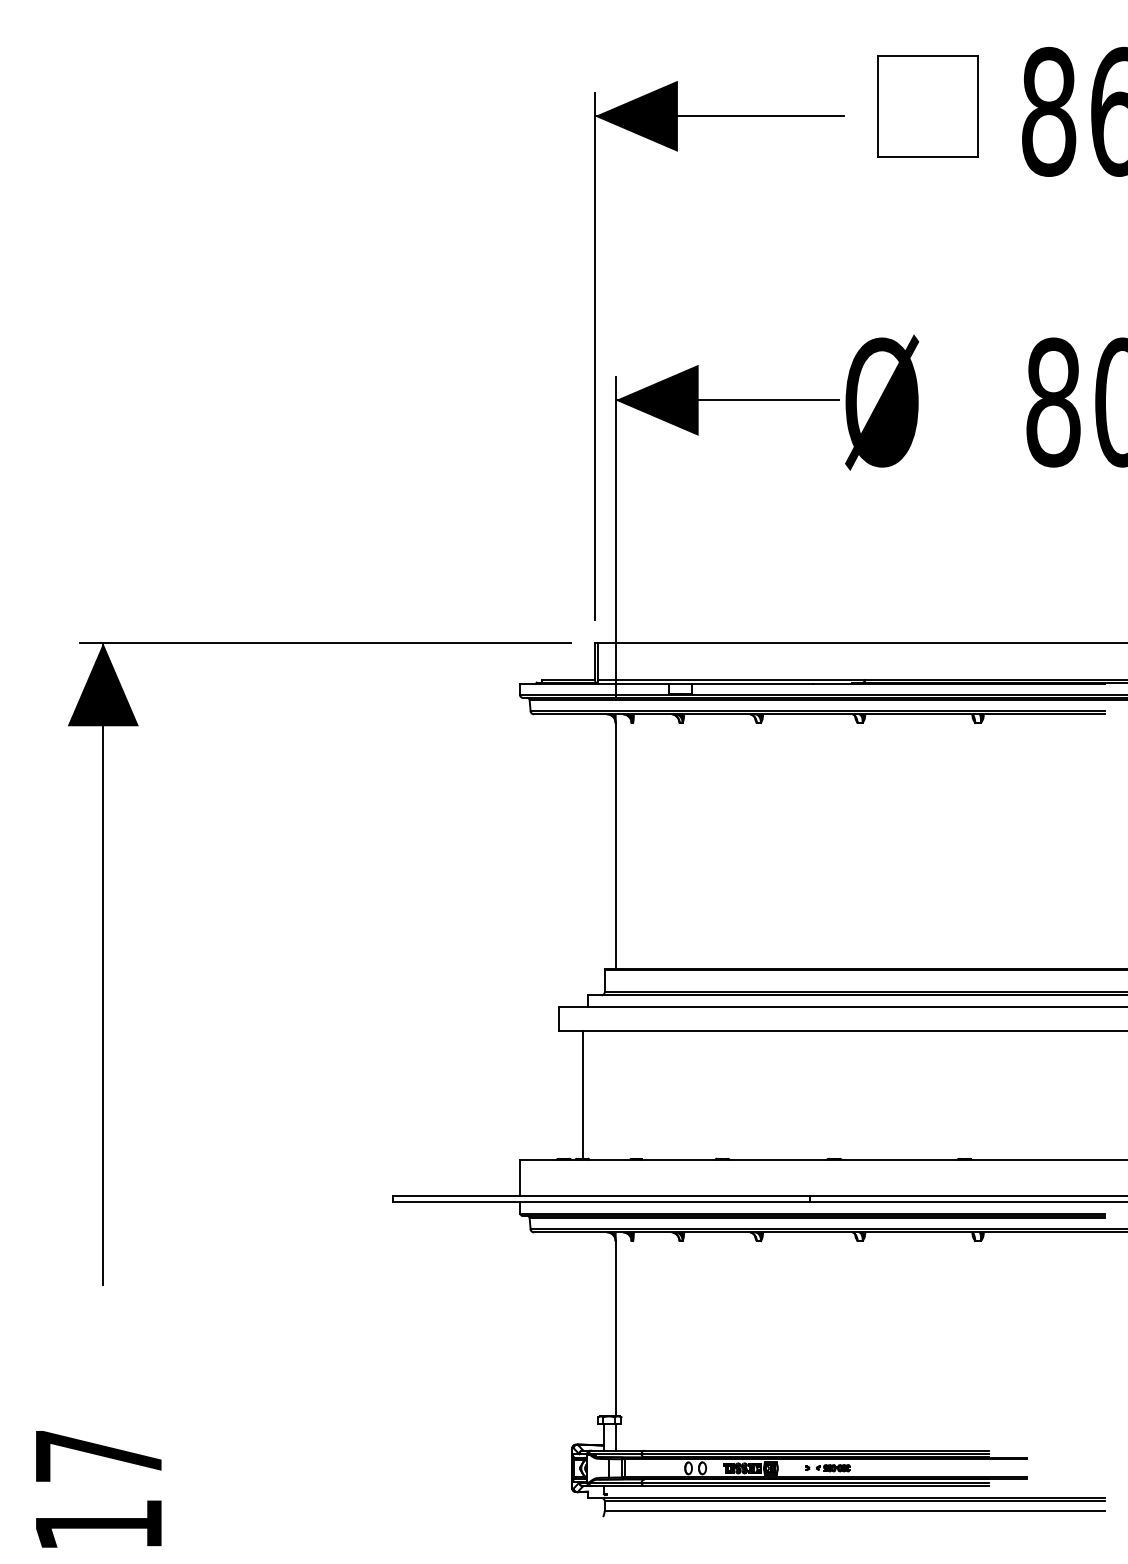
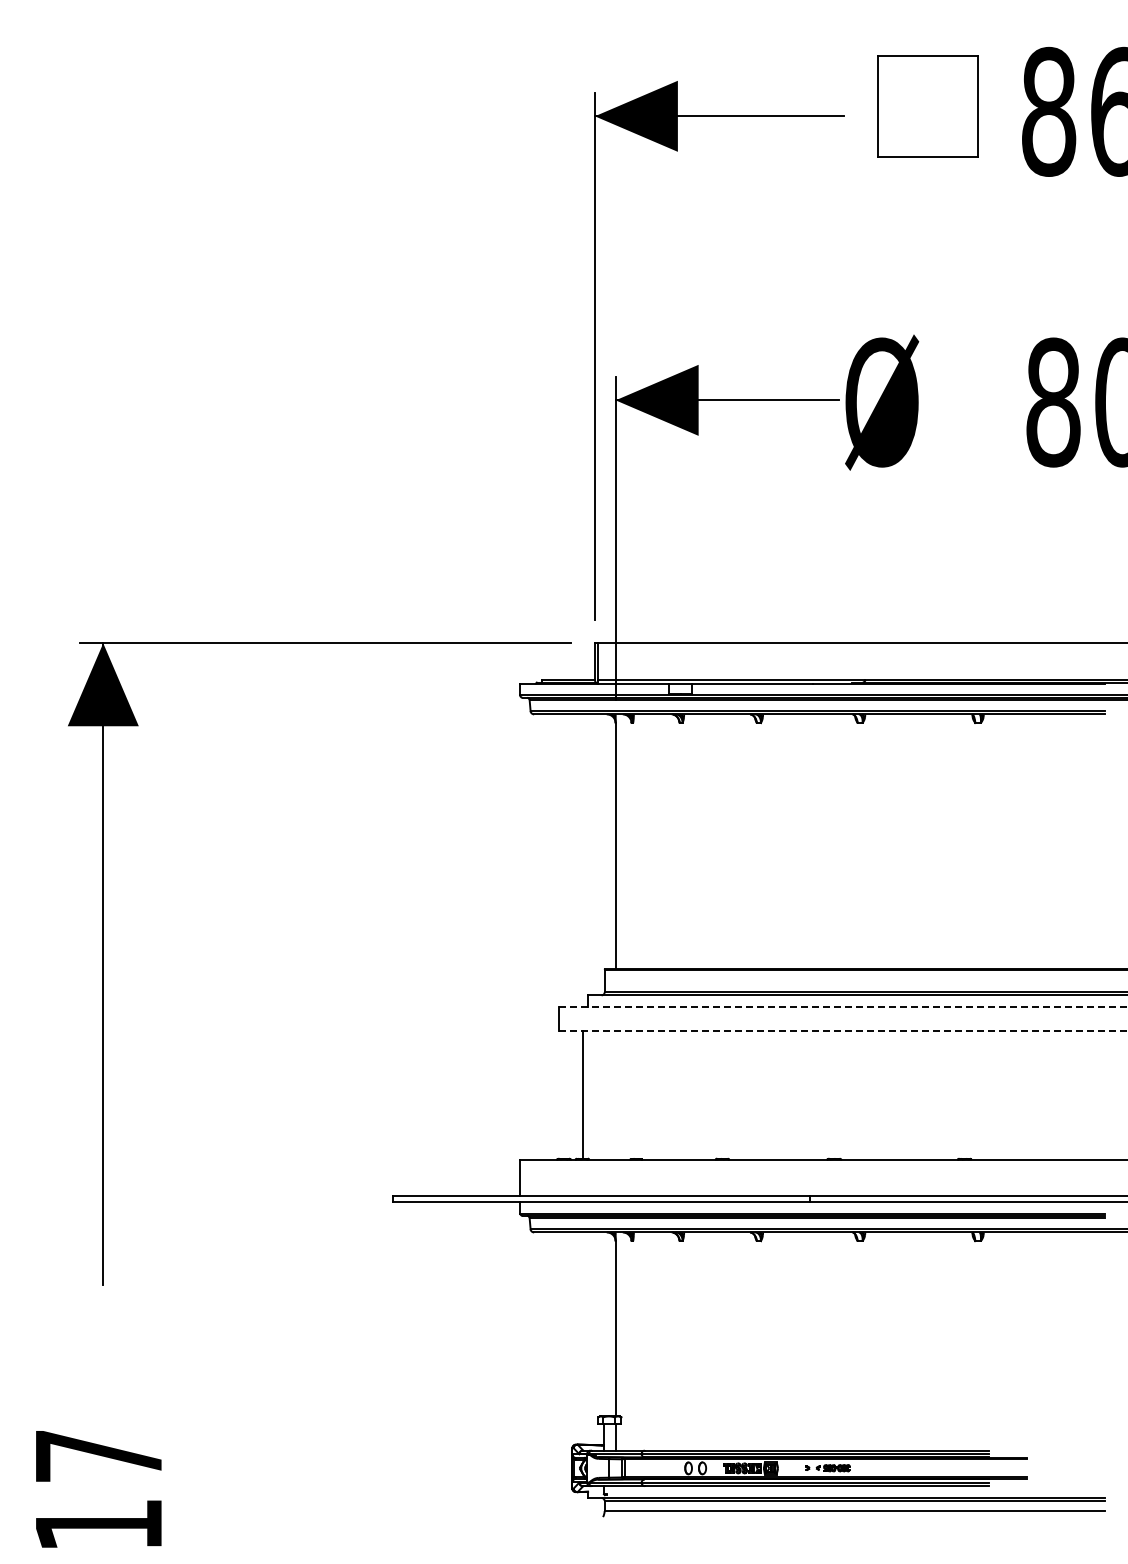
line at (843, 1007): solid -> dashed
line at (843, 1030): solid -> dashed
